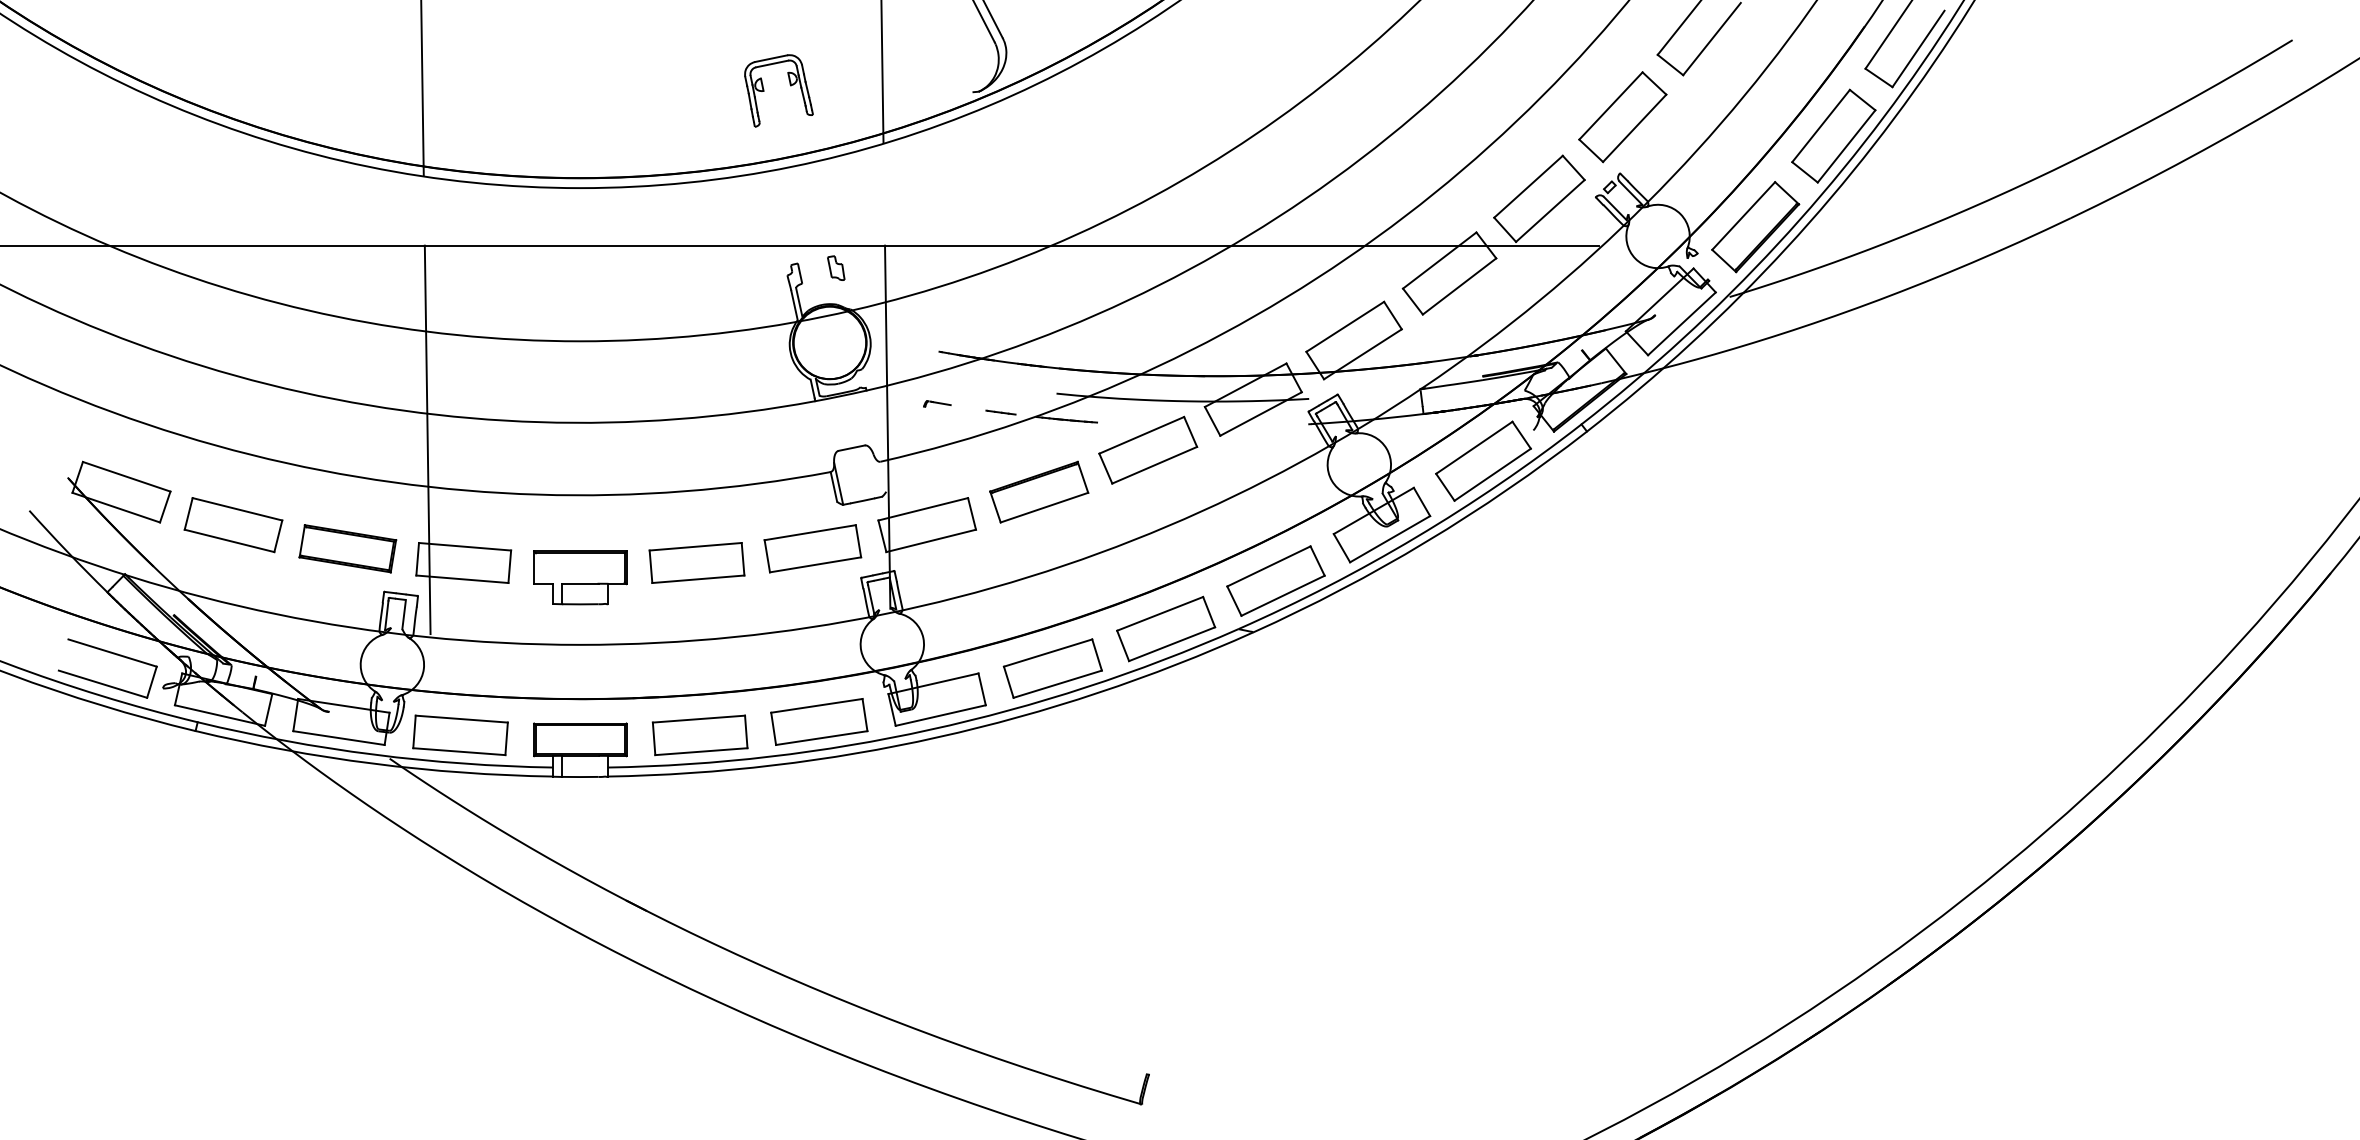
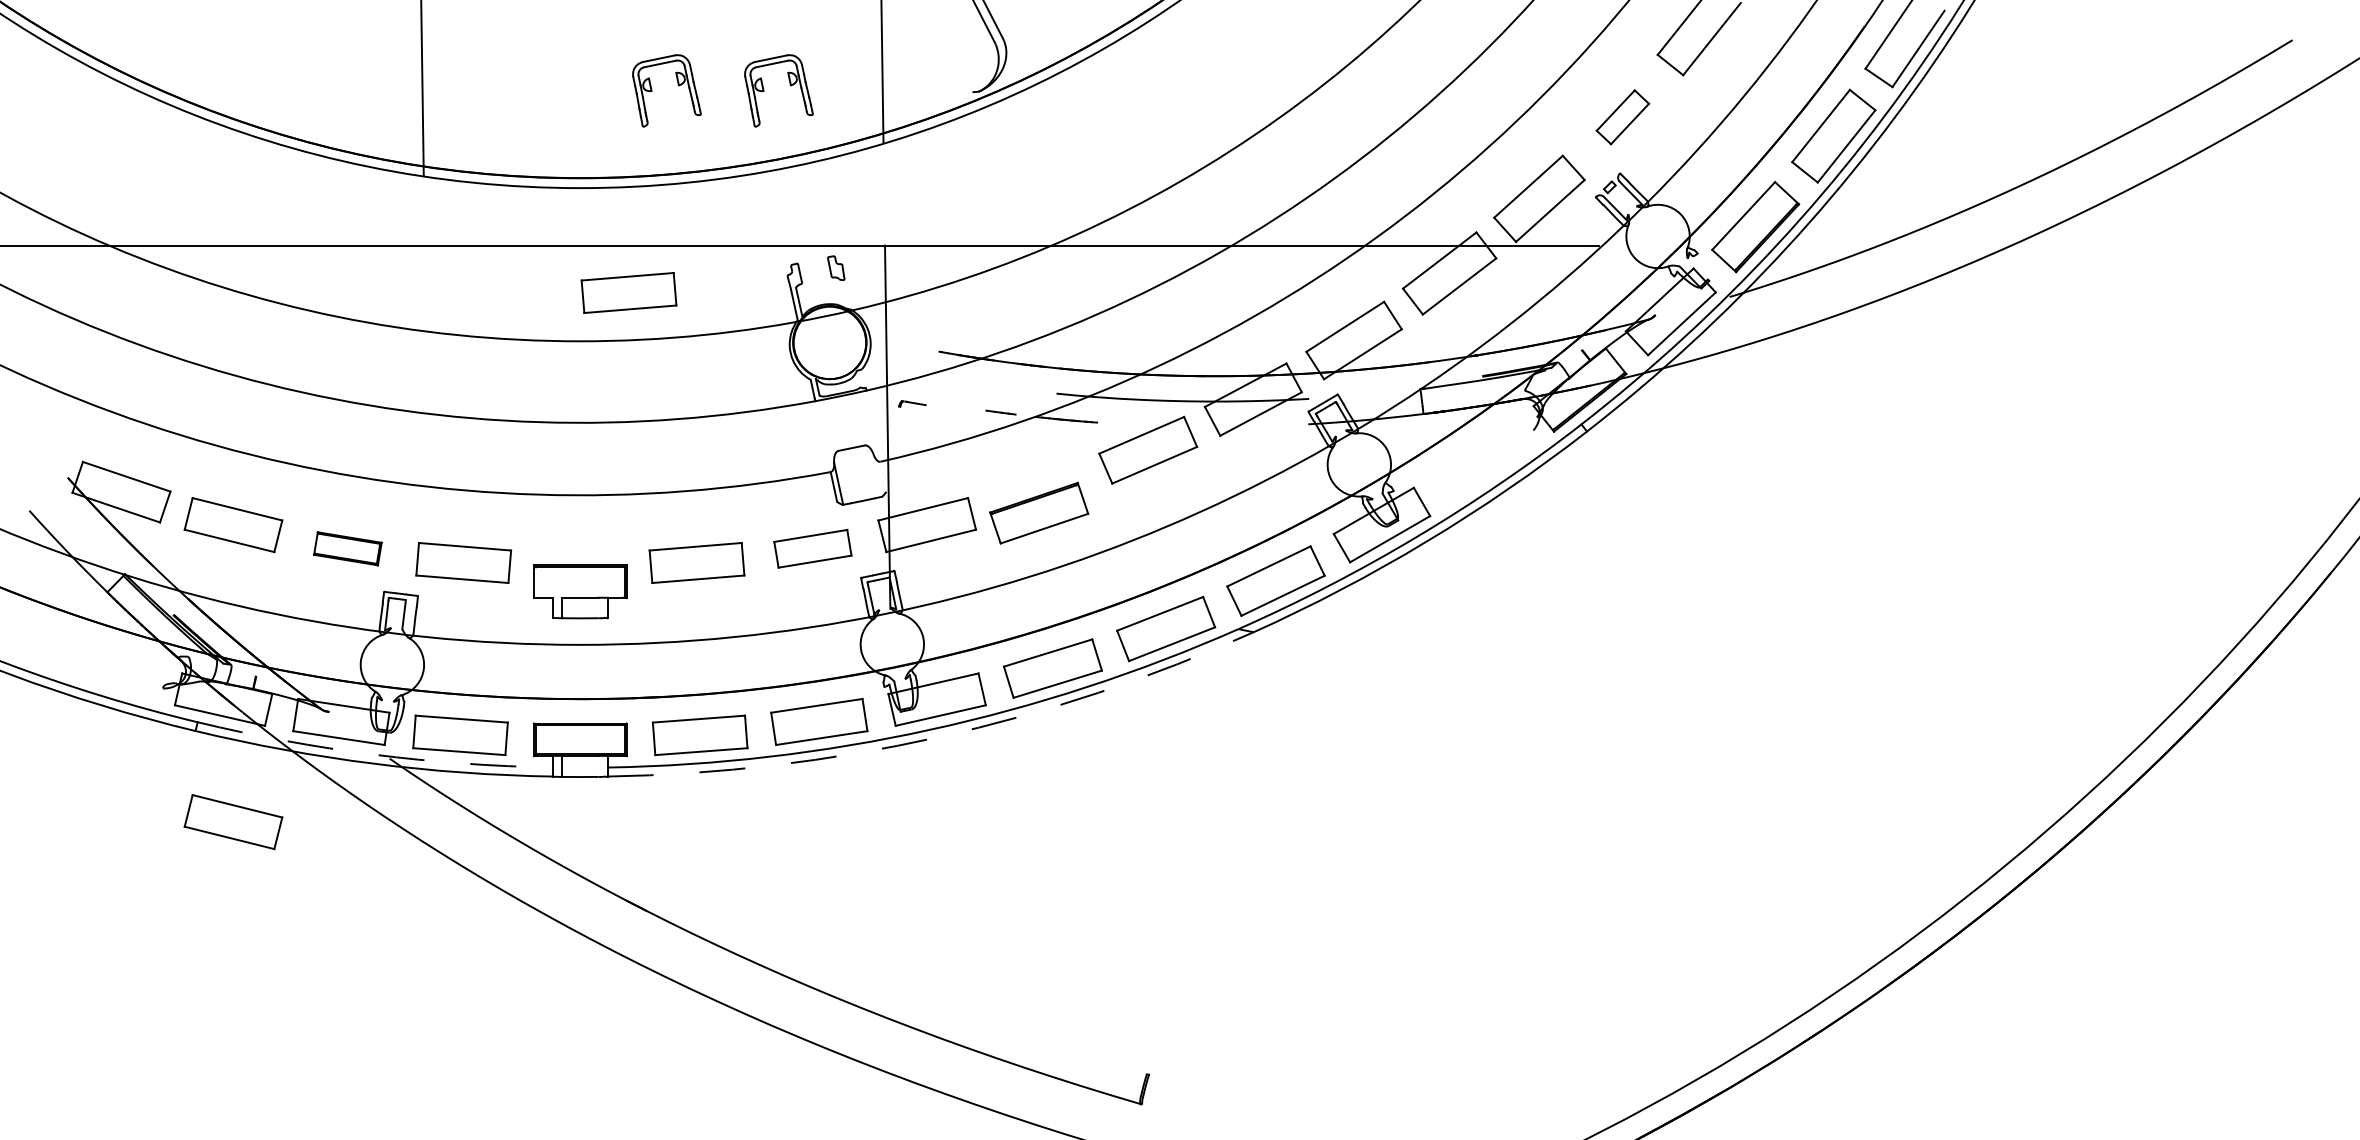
part at (677, 84): none -> present
part at (1622, 117) size: 90x93 px -> 56x57 px
part at (628, 292): none -> present
part at (937, 403) position: (937, 403) -> (912, 403)
line at (427, 439): present -> none
part at (1483, 460): present -> none
part at (1039, 491) position: (1039, 491) -> (1039, 512)
part at (347, 548) size: 100x50 px -> 70x36 px
part at (812, 548) size: 100x50 px -> 80x41 px
part at (580, 577) position: (580, 577) -> (580, 591)
part at (113, 654): present -> none
arc at (937, 737): solid -> dashed
arc at (374, 754): solid -> dashed
part at (233, 822): none -> present
